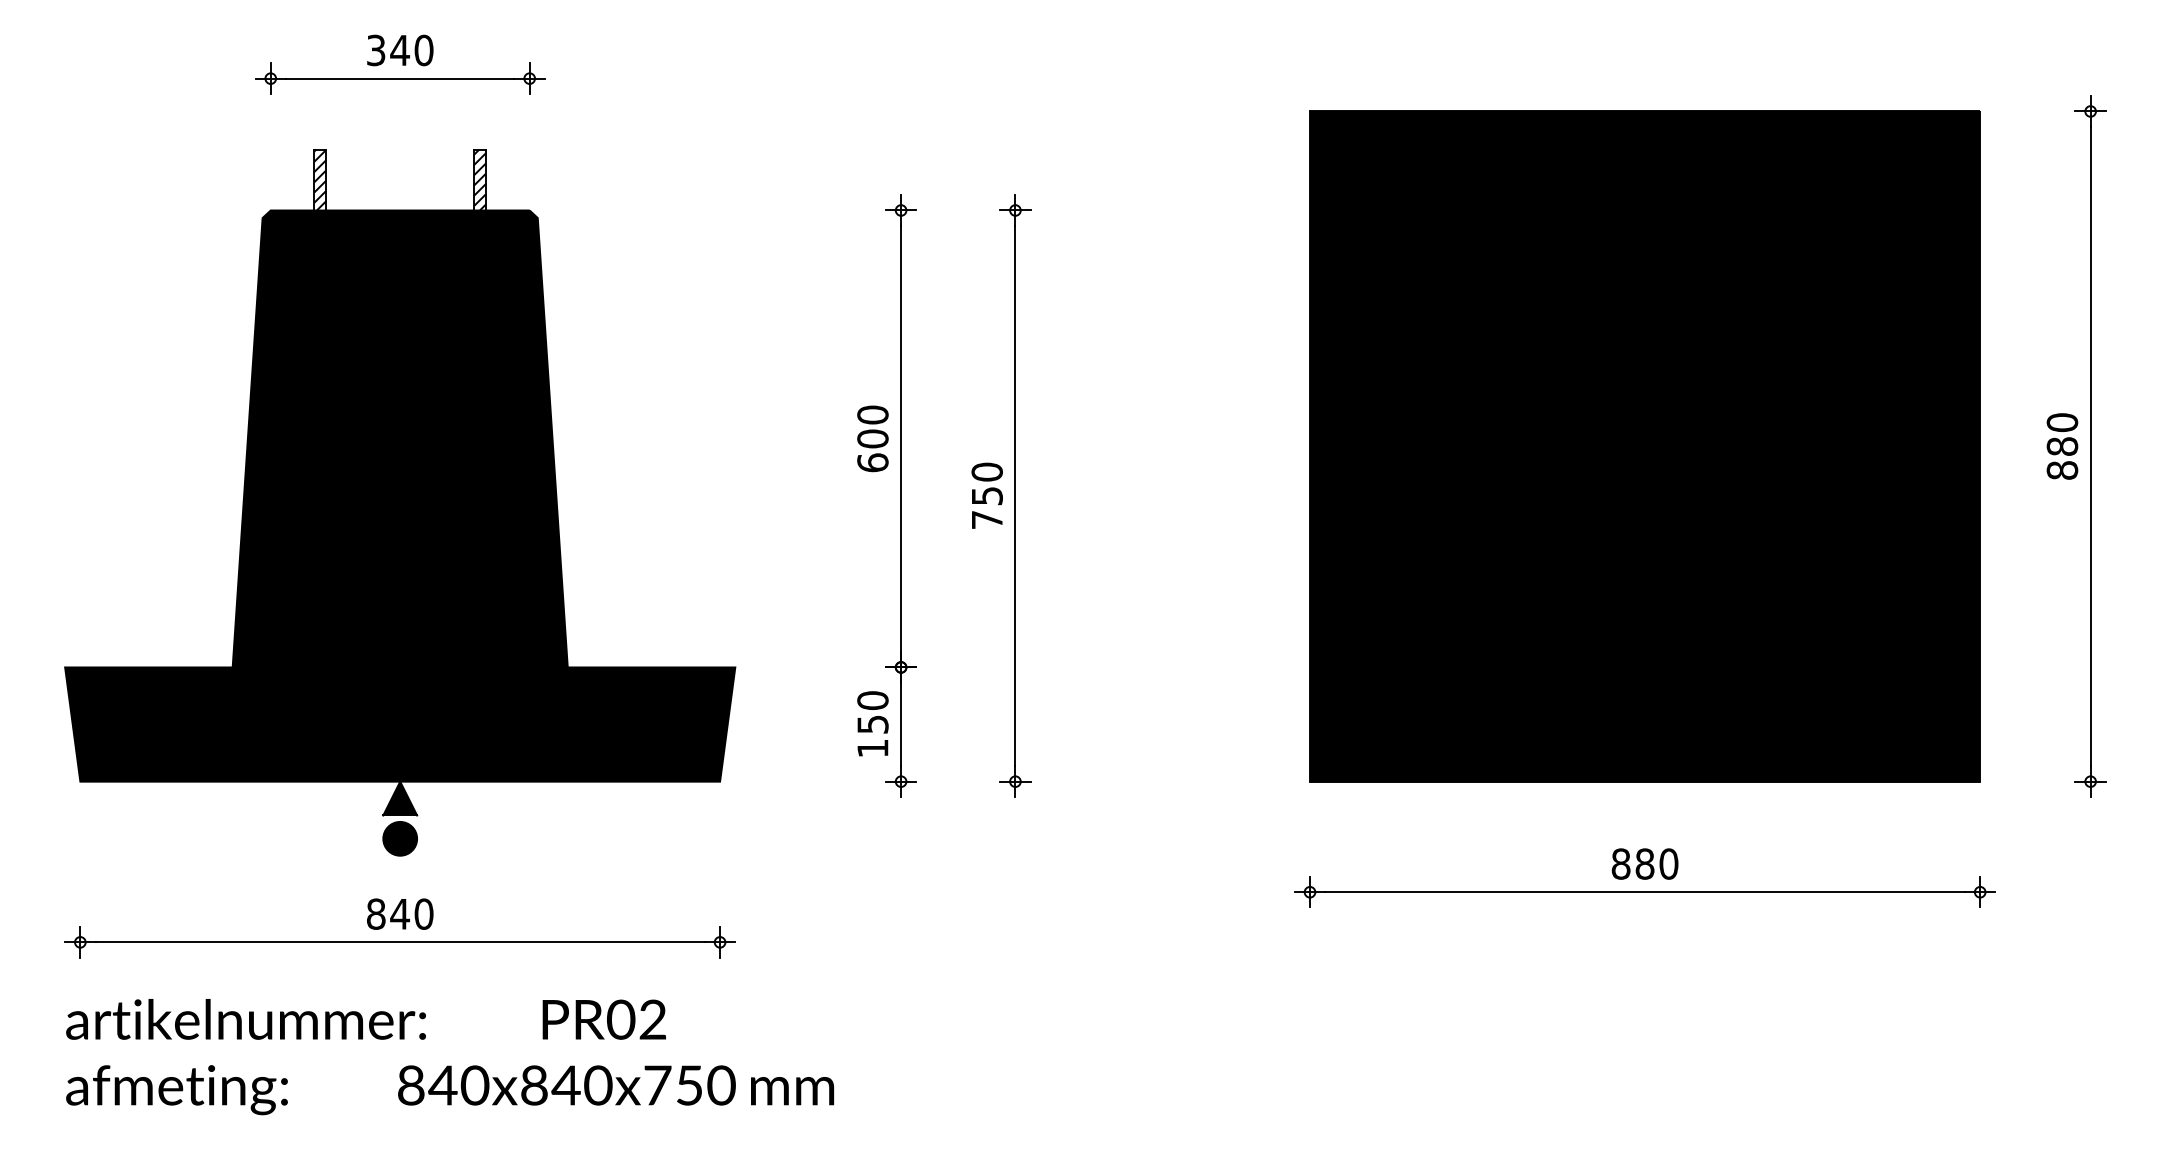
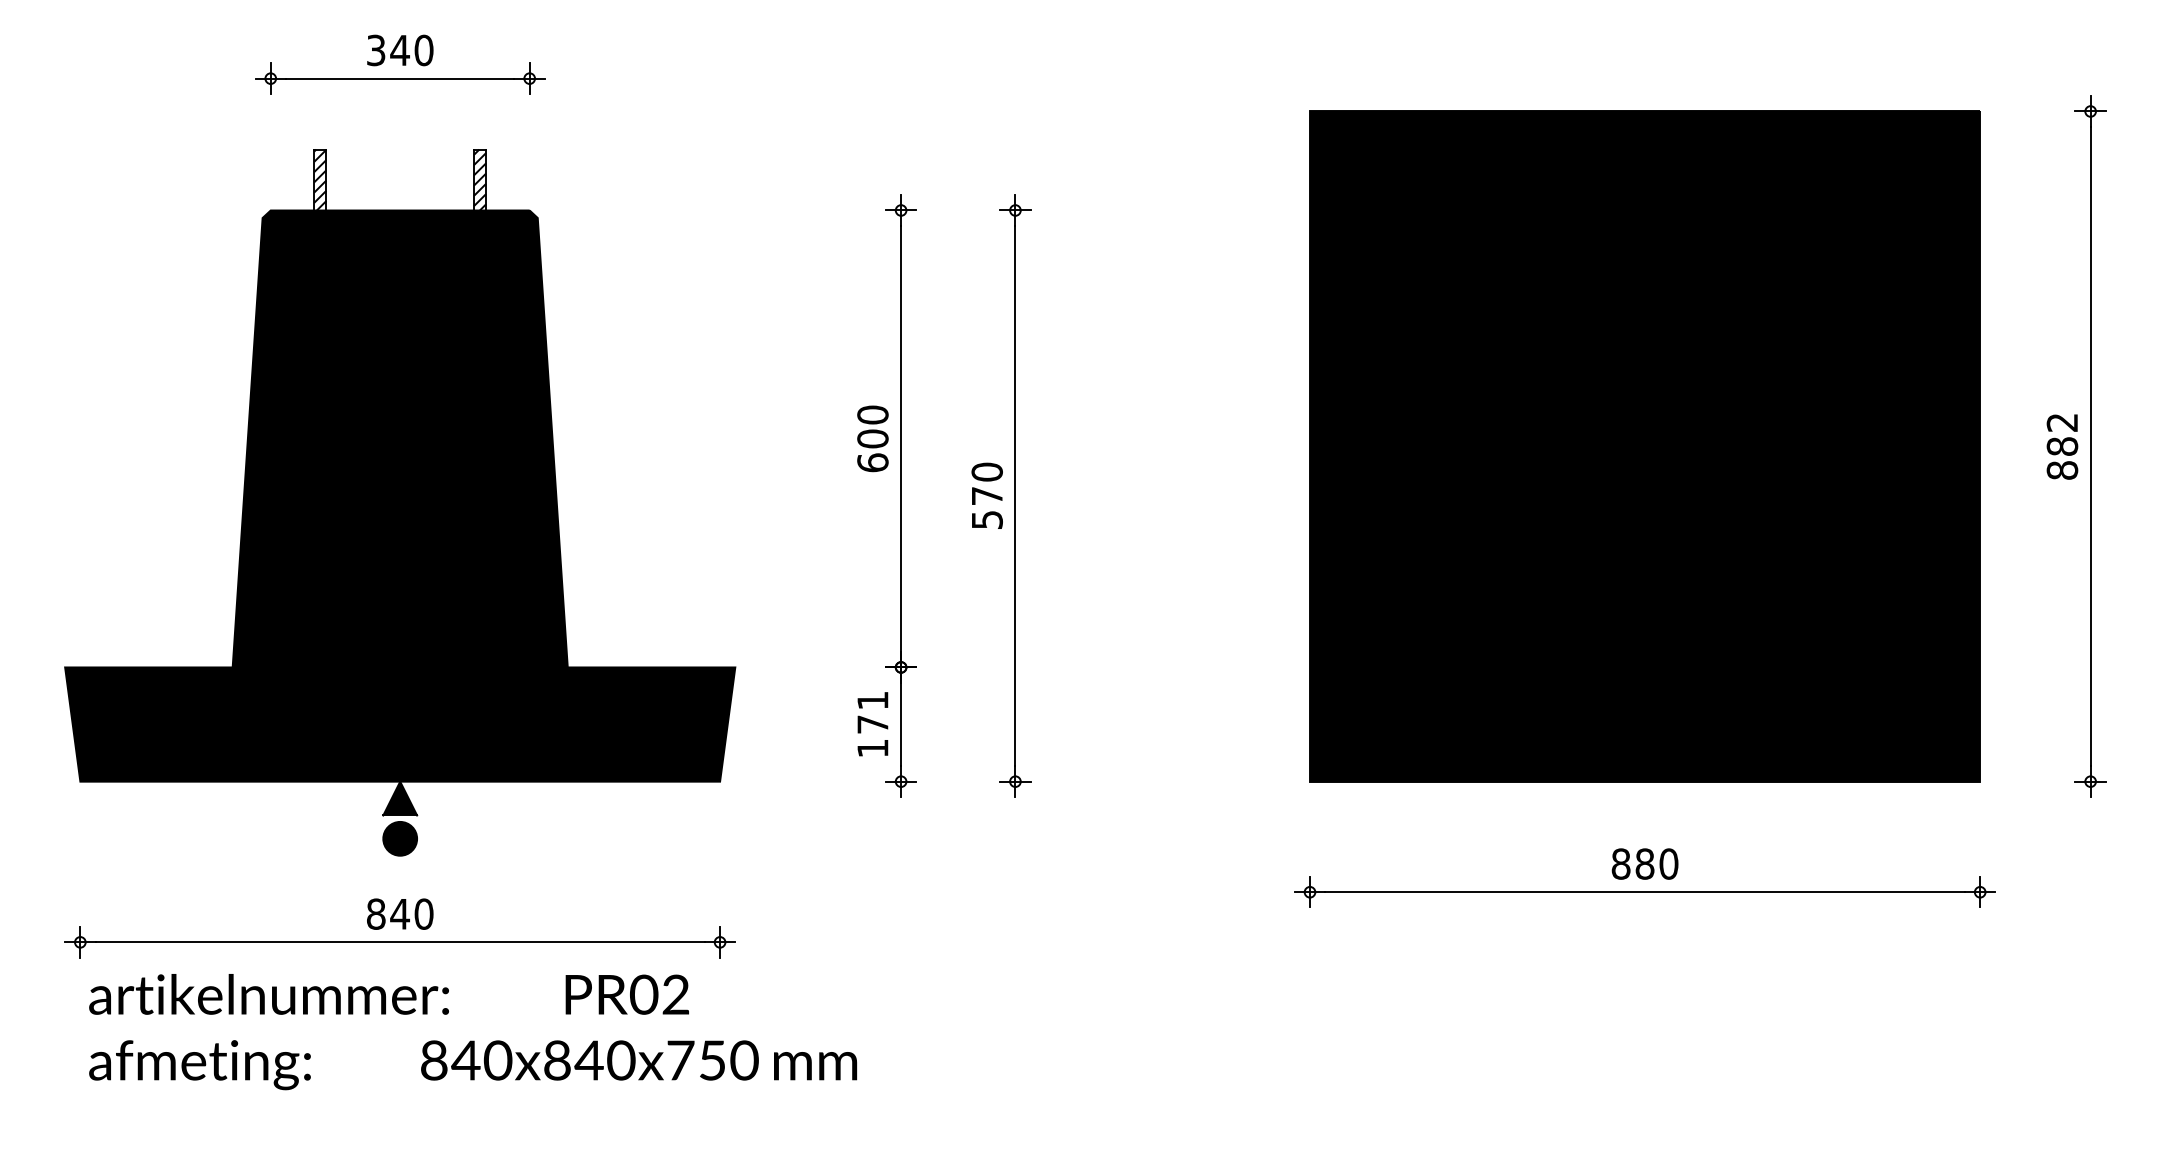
text at (2062, 422): 880 -> 882
text at (987, 507): 750 -> 570
text at (872, 712): 150 -> 171
text at (450, 1057) position: (450, 1057) -> (473, 1032)
